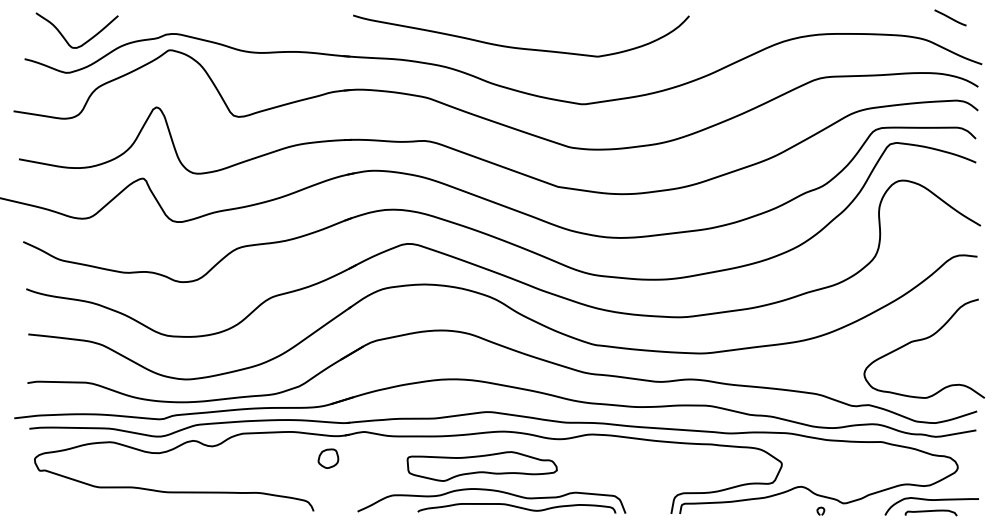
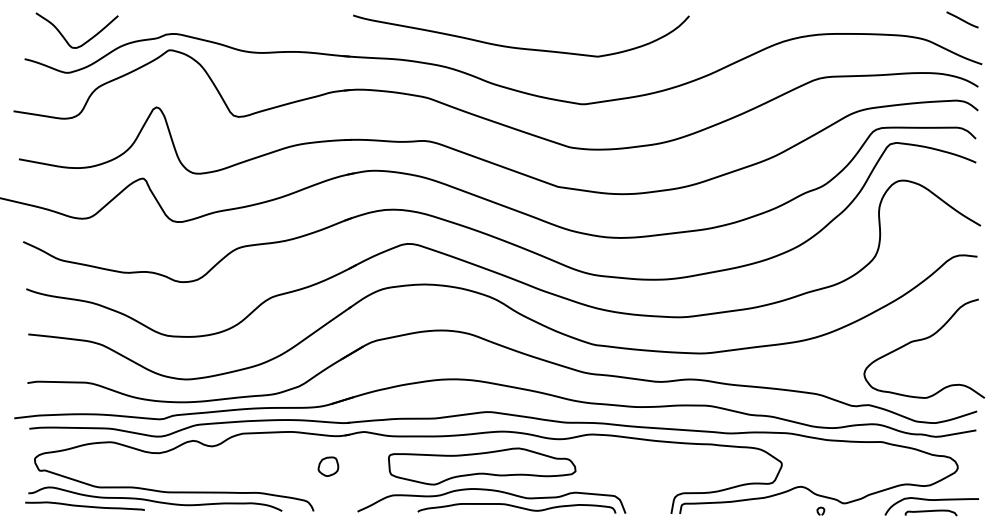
line at (950, 17) position: (950, 17) -> (962, 19)
part at (328, 458) position: (328, 458) -> (328, 466)
part at (481, 466) size: 152x31 px -> 189x39 px
part at (153, 498): none -> present
